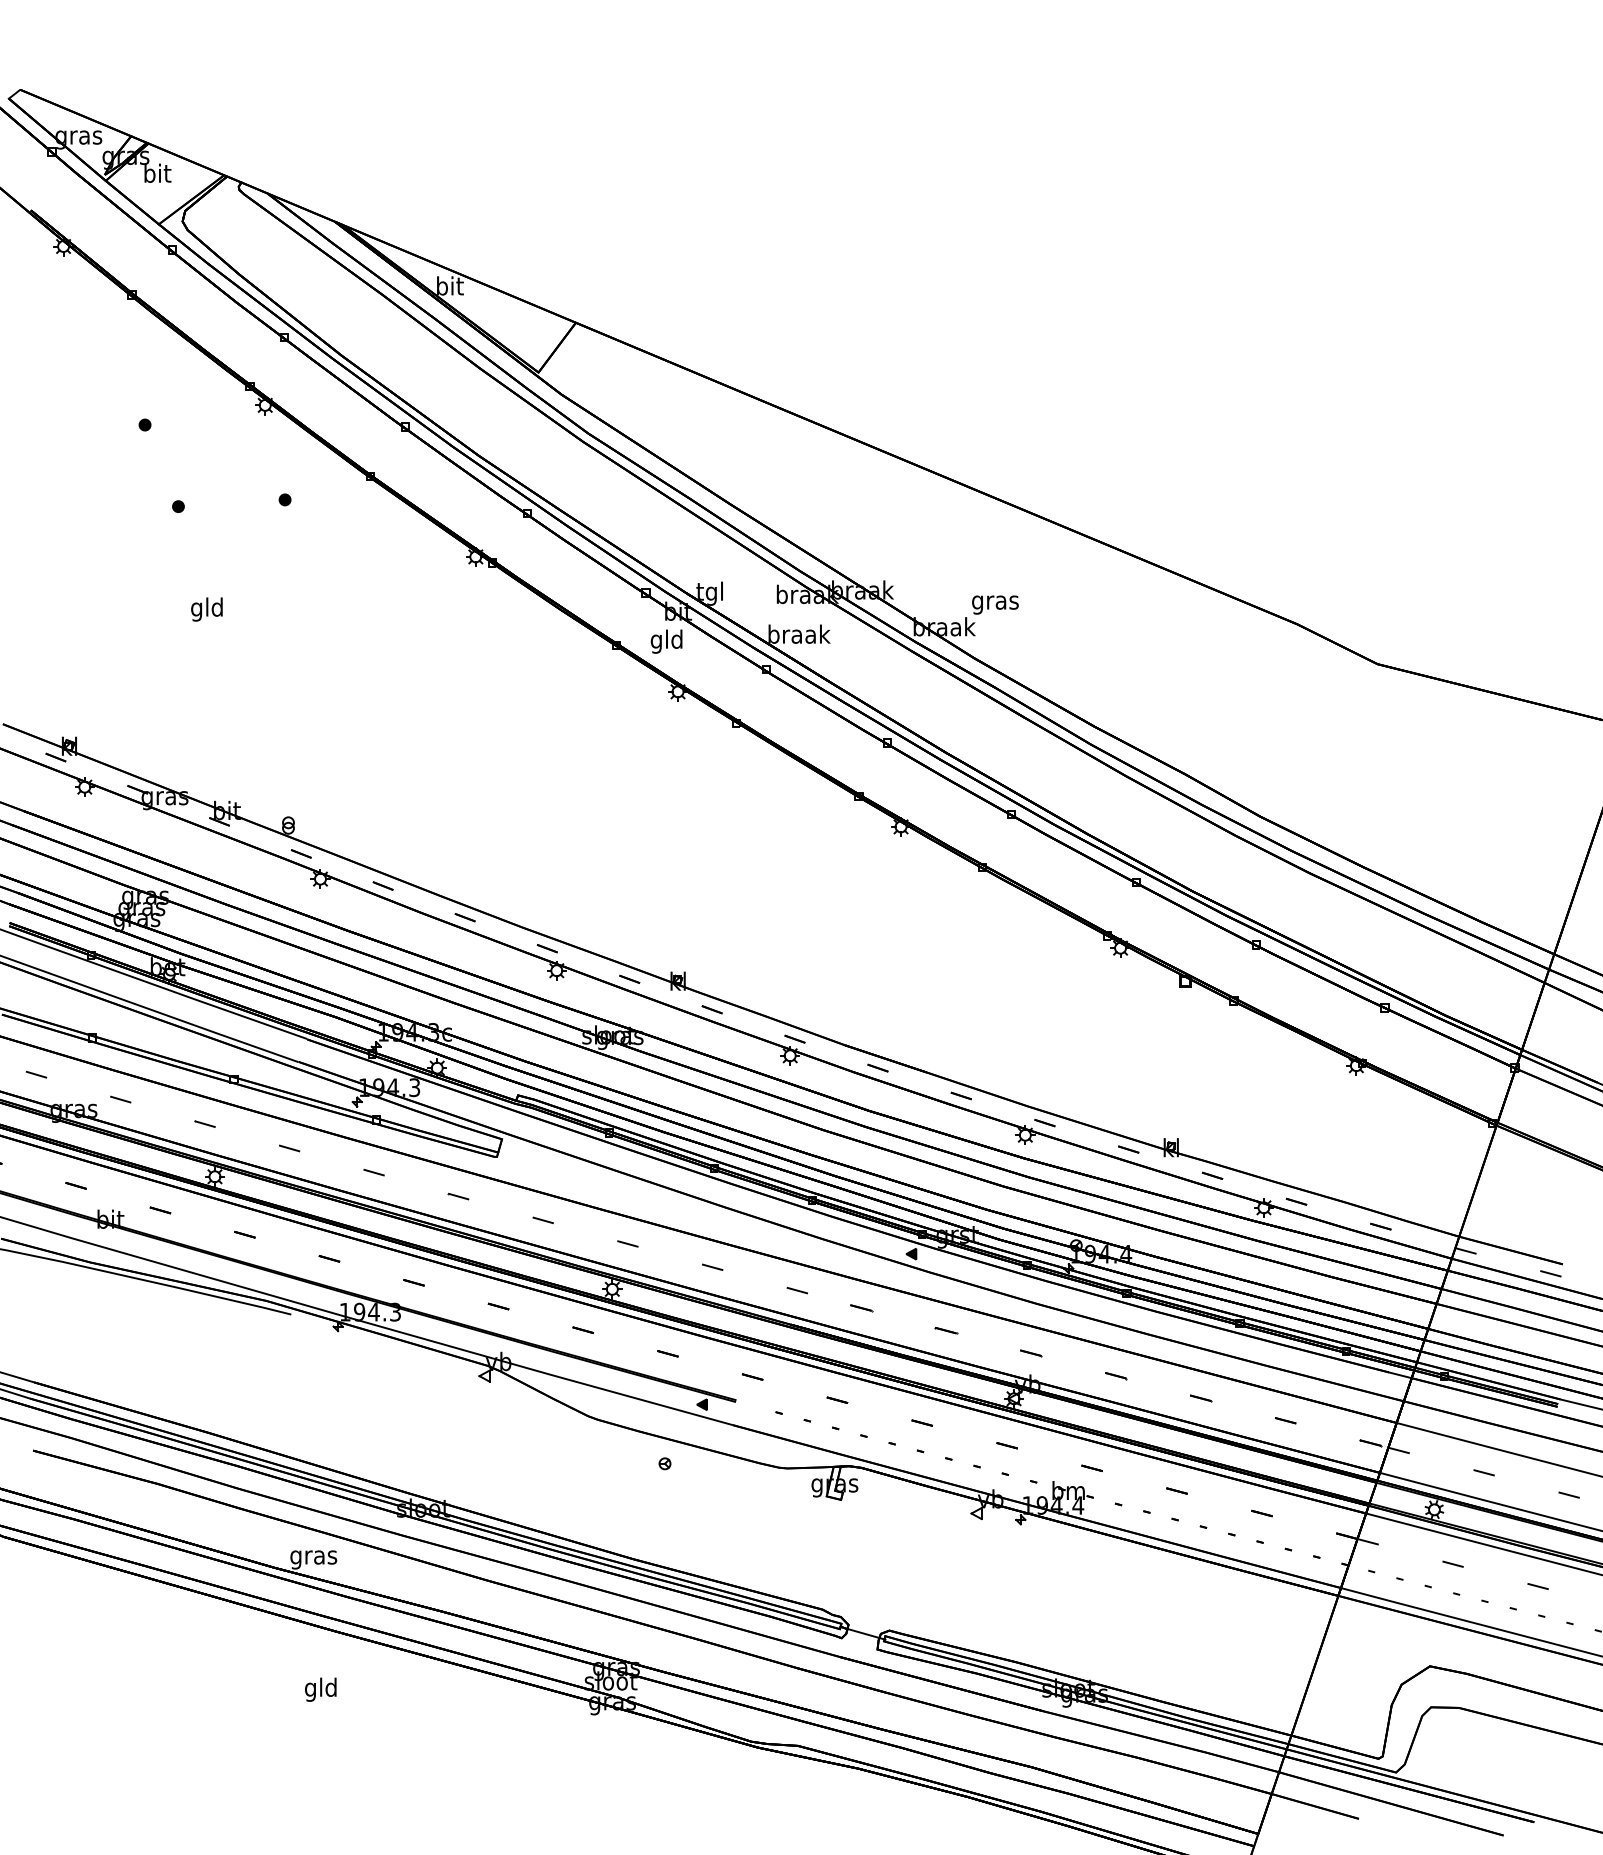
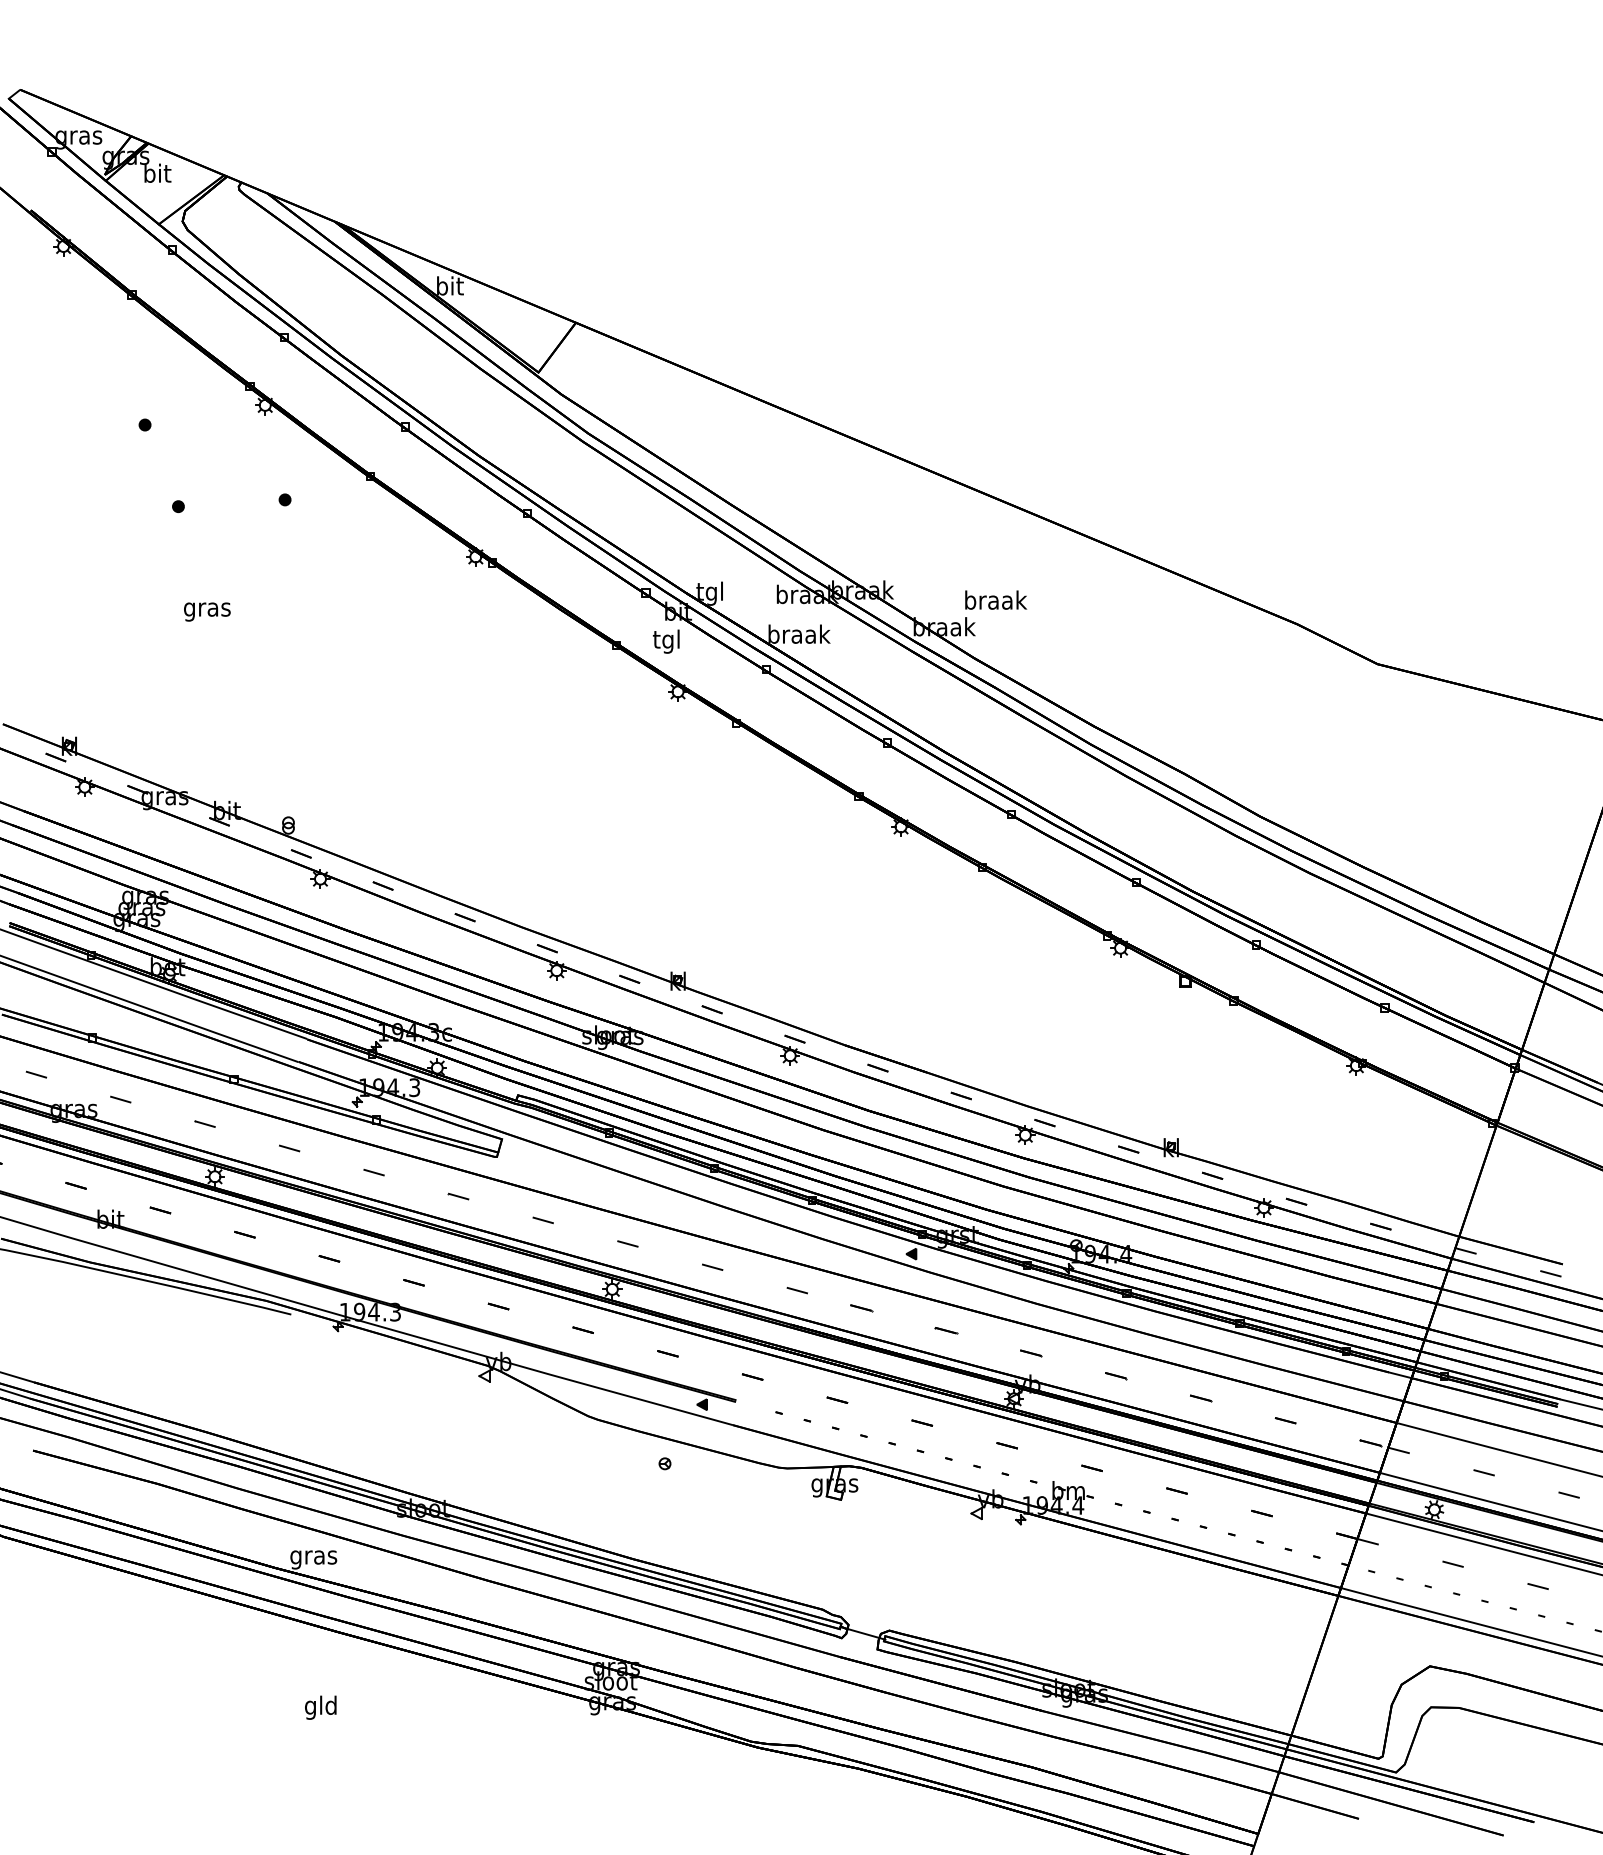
text at (996, 602): gras -> braak
text at (207, 609): gld -> gras
text at (666, 641): gld -> tgl
text at (320, 1689) position: (320, 1689) -> (320, 1707)
